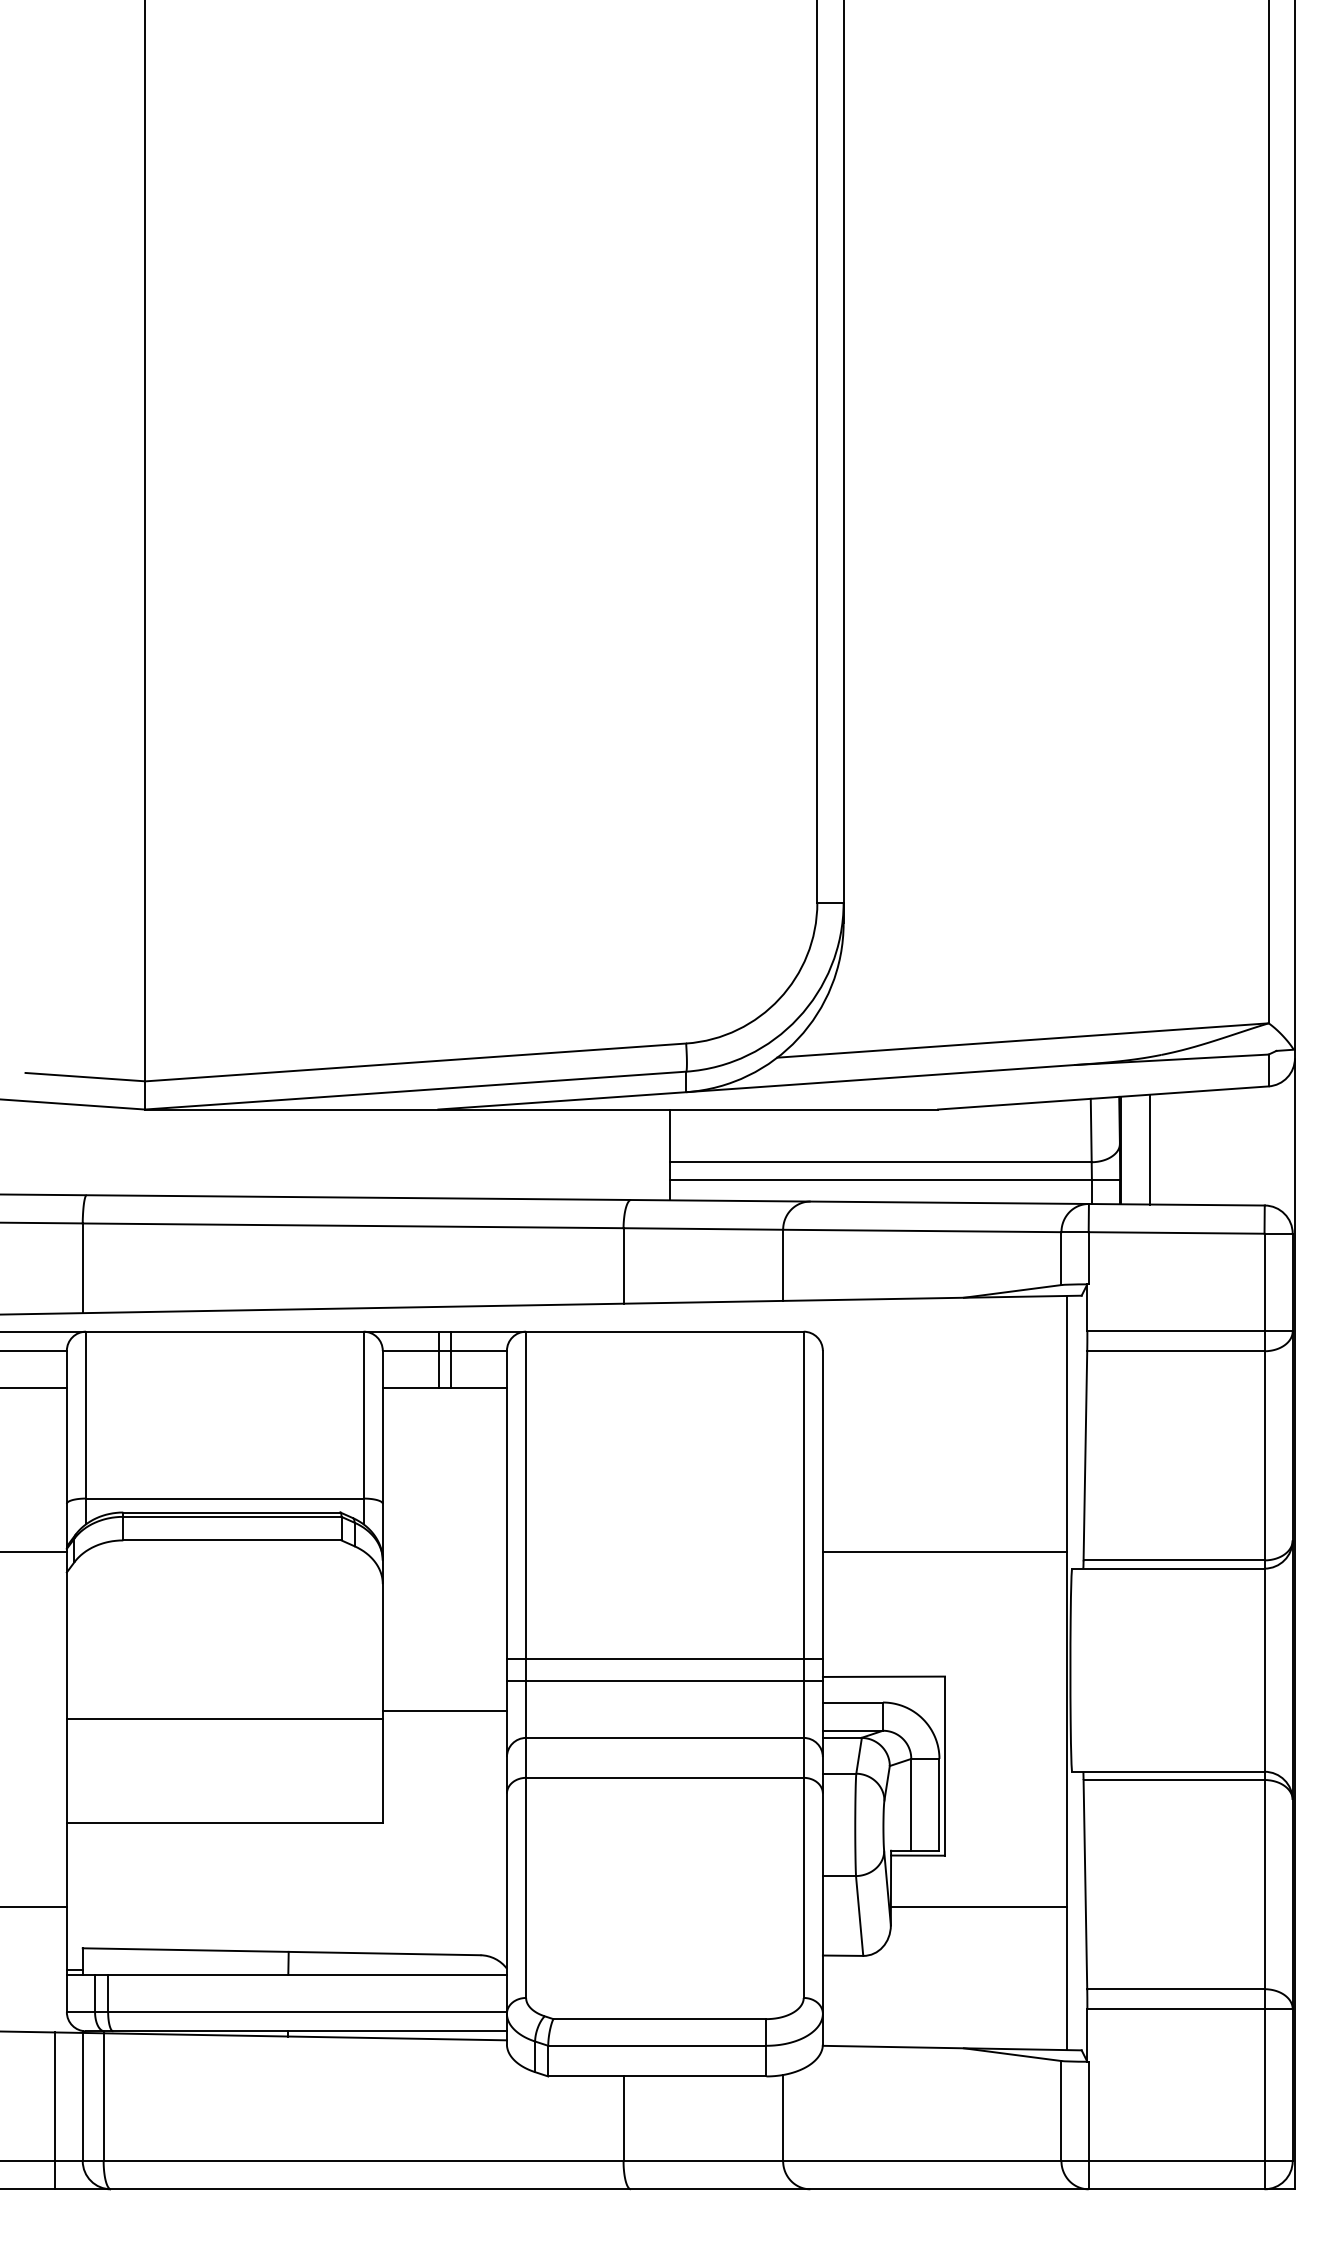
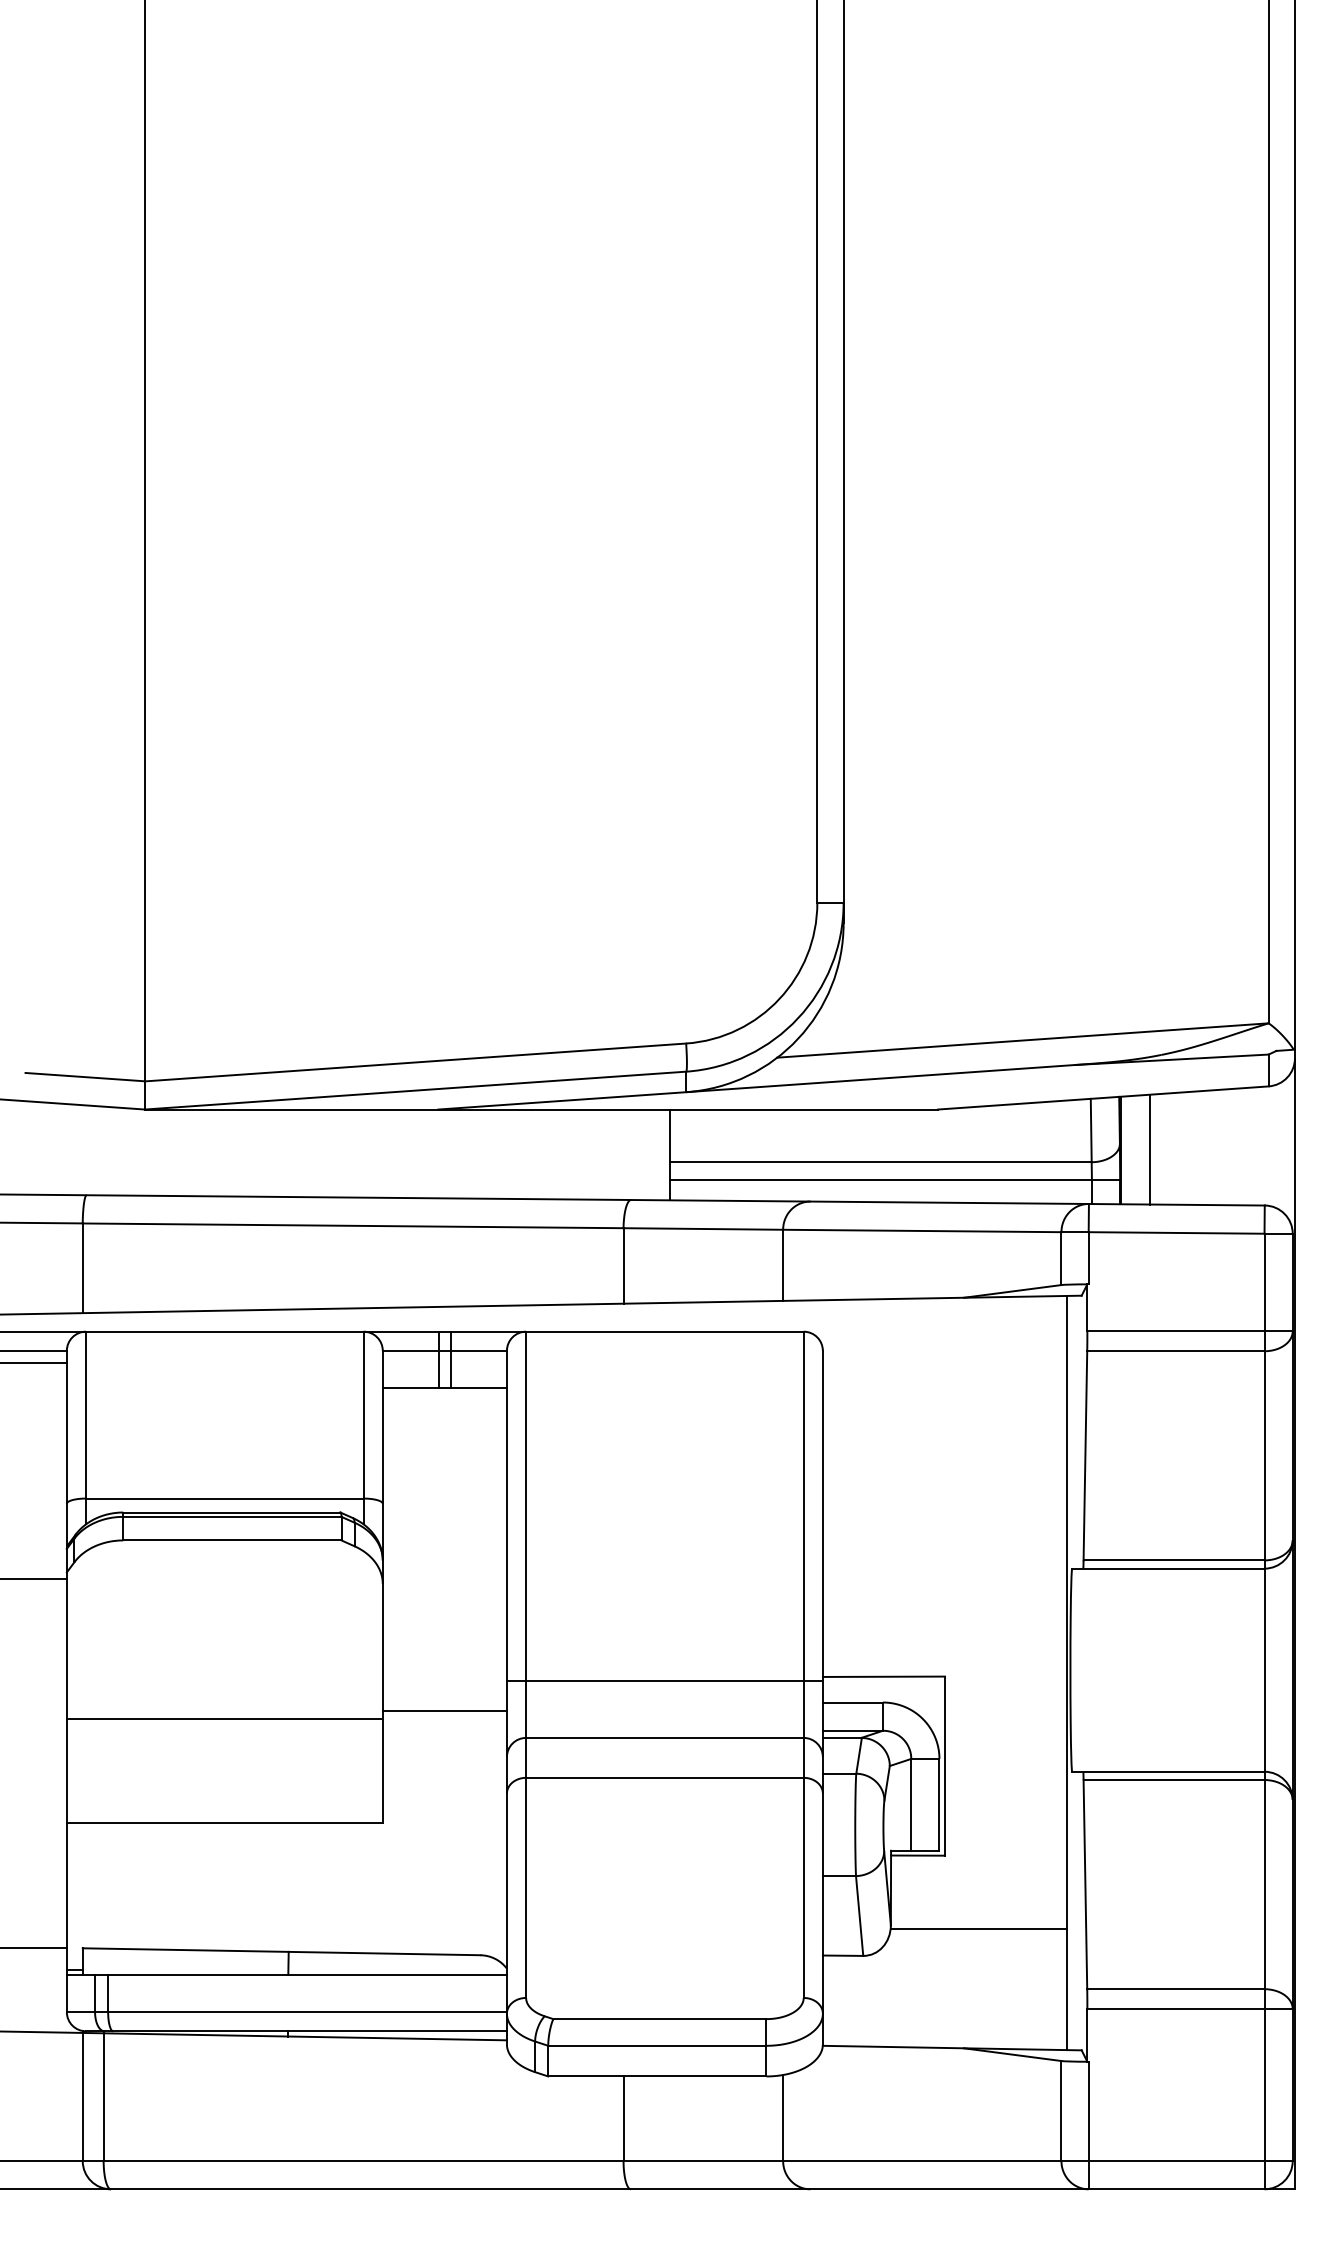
line at (34, 1388) position: (34, 1388) -> (34, 1363)
line at (34, 1551) position: (34, 1551) -> (34, 1578)
line at (944, 1551): present -> none
line at (664, 1658): present -> none
line at (34, 1907) position: (34, 1907) -> (34, 1948)
line at (978, 1907) position: (978, 1907) -> (978, 1929)
line at (54, 2110): present -> none
